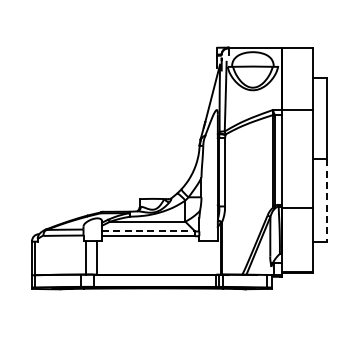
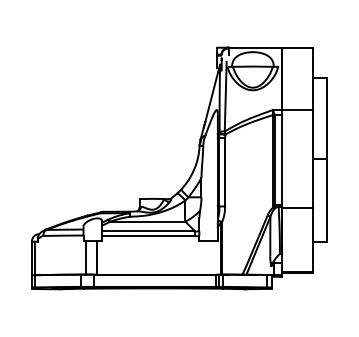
line at (326, 200): dashed -> solid
line at (148, 231): dashed -> solid
